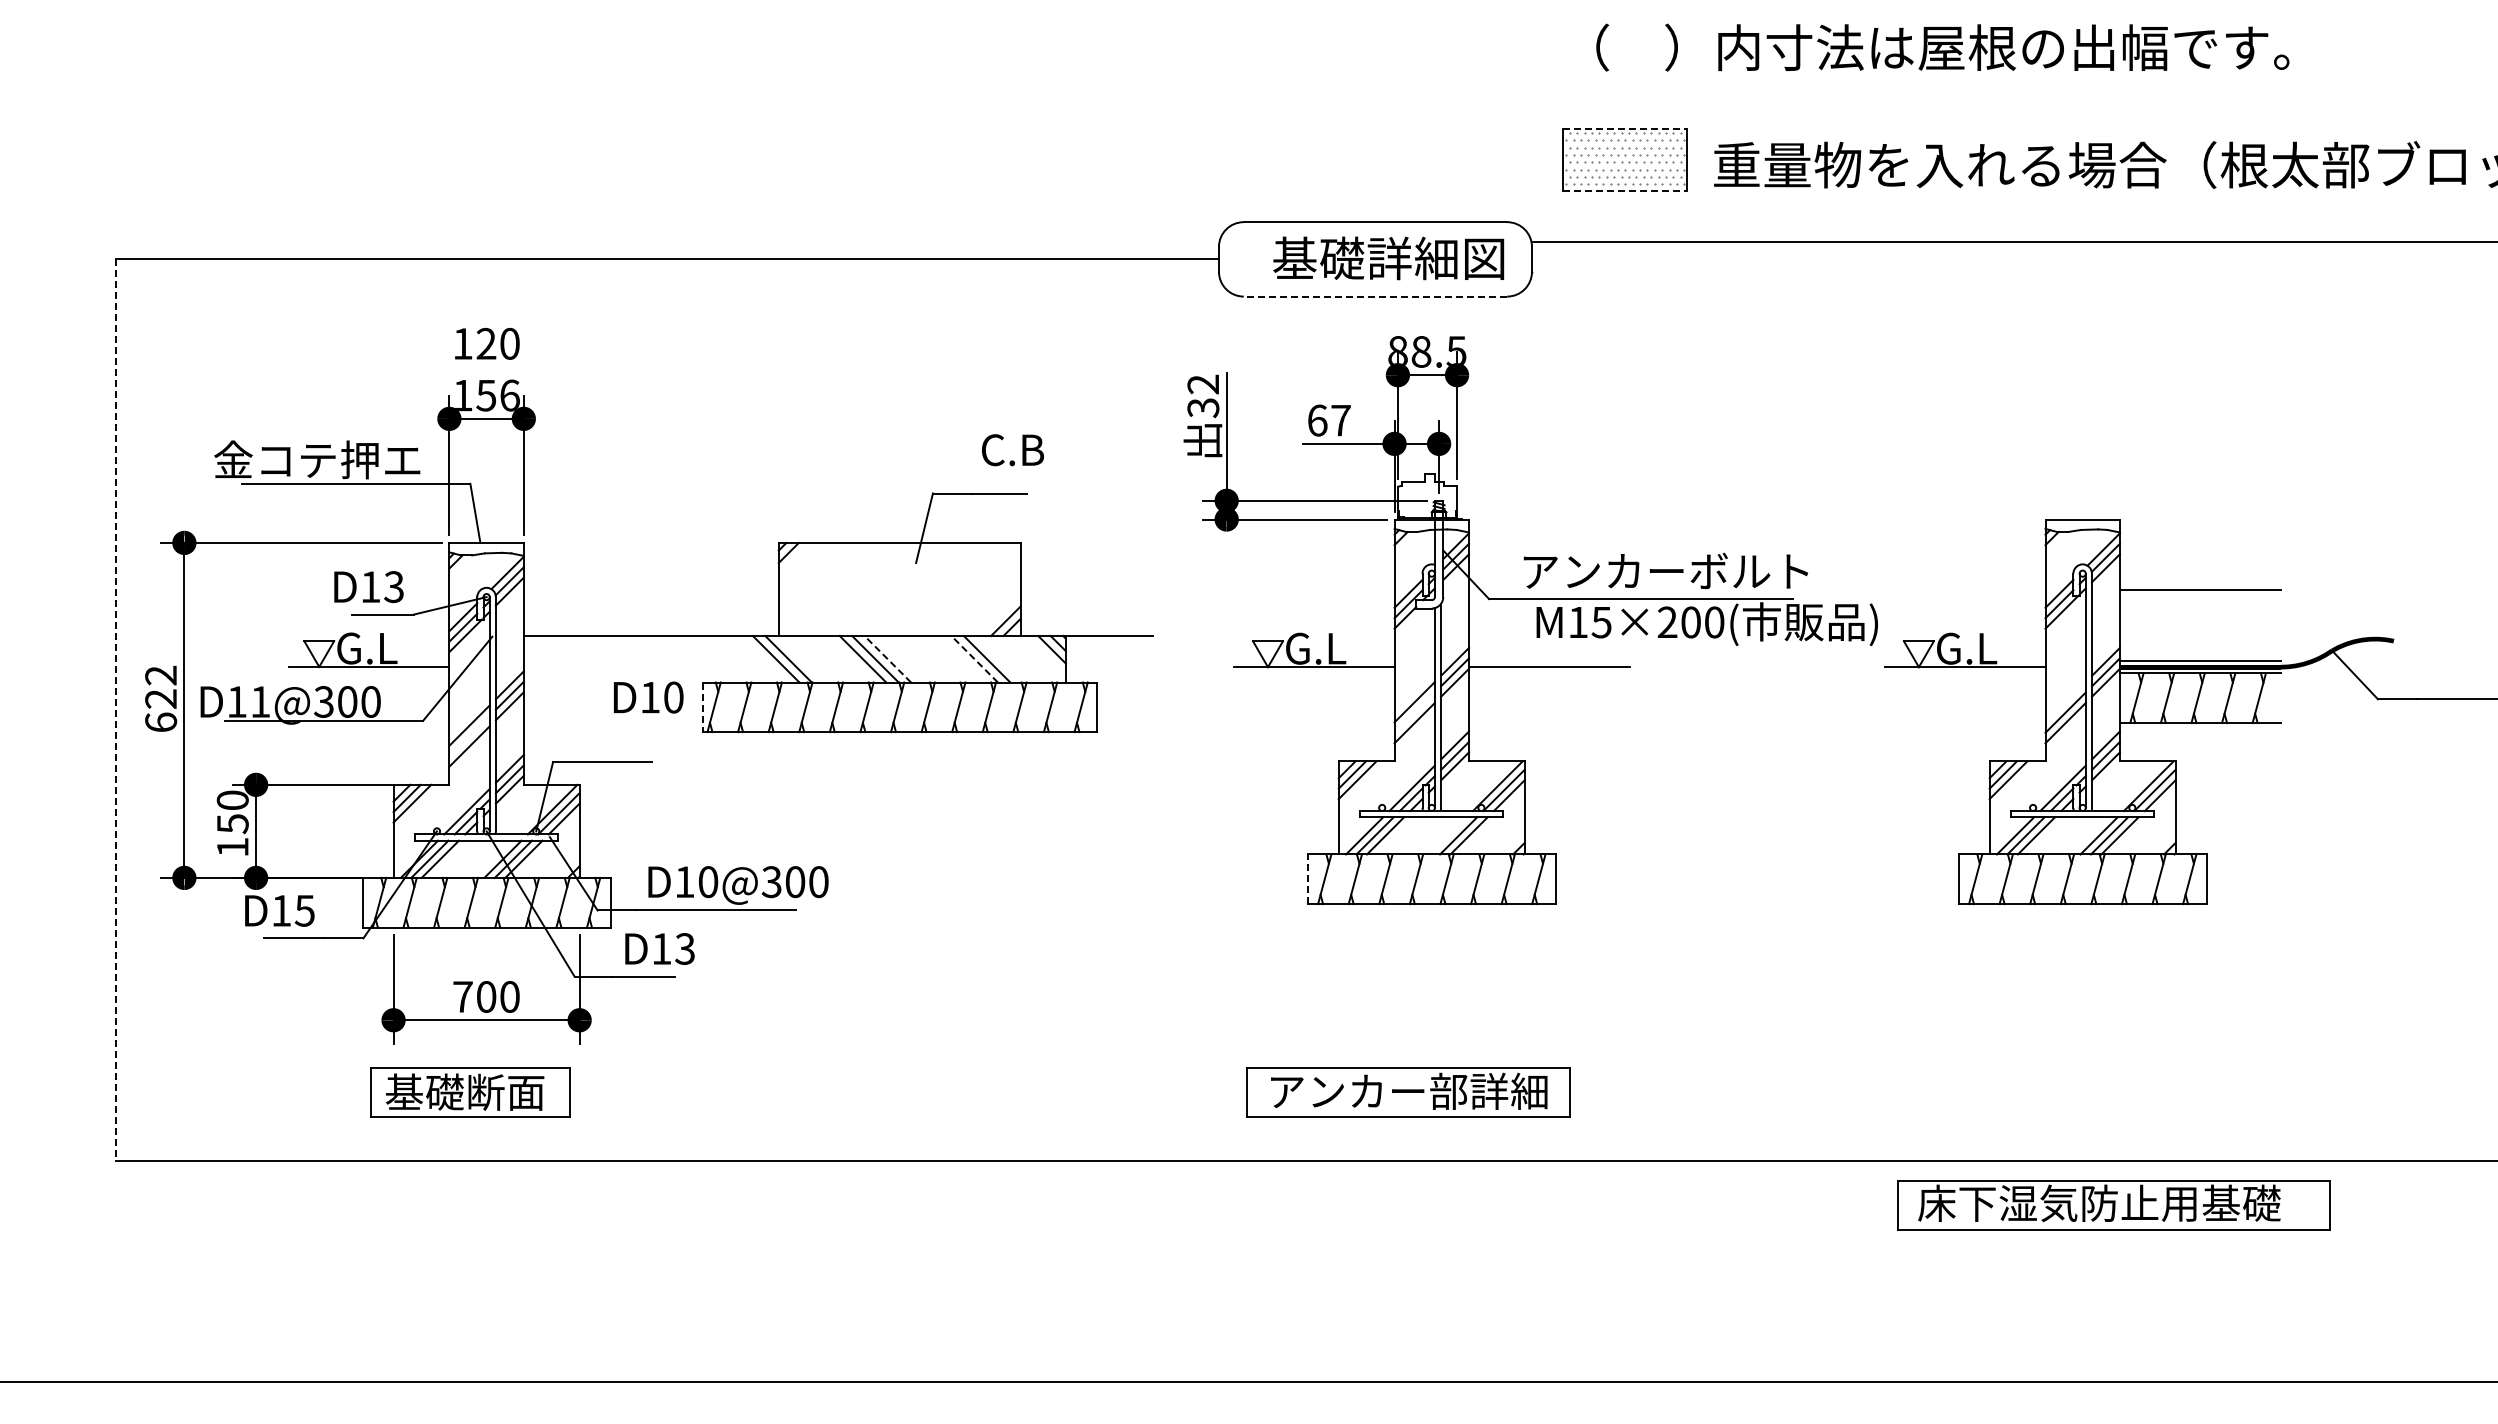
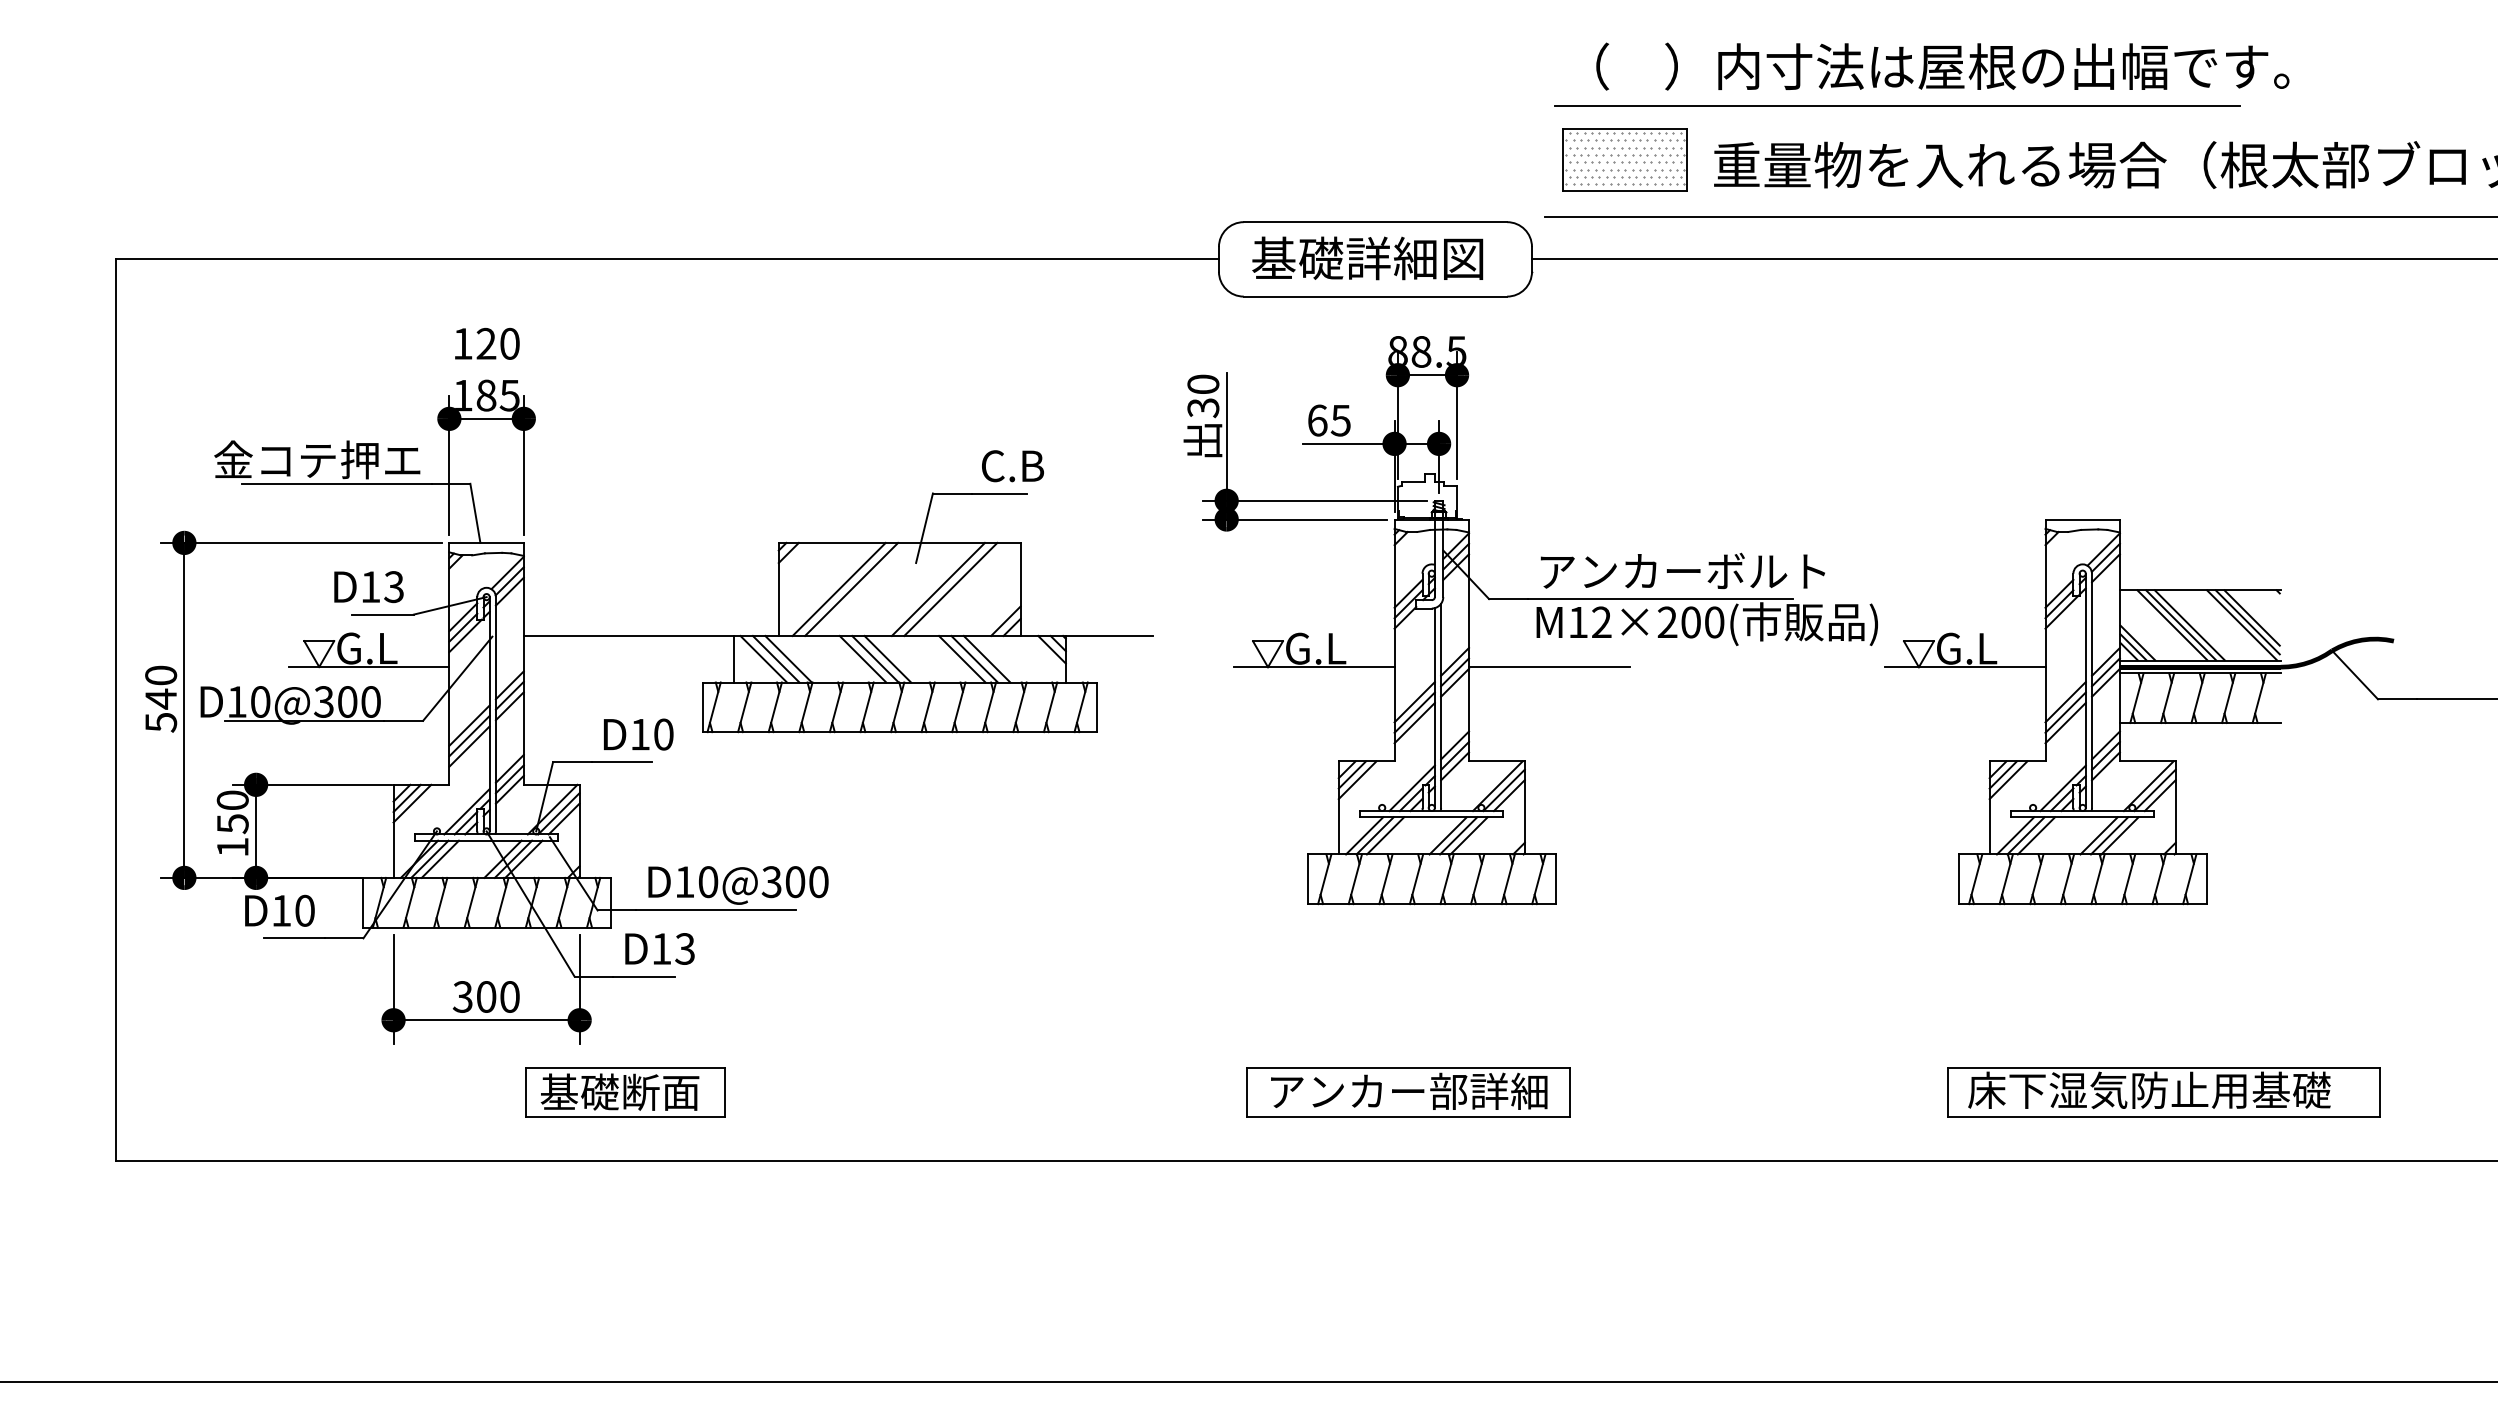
text at (1942, 47) position: (1942, 47) -> (1942, 66)
line at (1897, 105): none -> present
line at (1625, 128): dashed -> solid
line at (1625, 190): dashed -> solid
line at (2019, 216): none -> present
line at (2013, 242) position: (2013, 242) -> (2013, 259)
text at (1388, 258) position: (1388, 258) -> (1367, 258)
line at (1375, 296): dashed -> solid
text at (1203, 384): 32 -> 30
text at (497, 395): 156 -> 185
text at (1340, 420): 67 -> 65
text at (1012, 450) position: (1012, 450) -> (1012, 466)
text at (1665, 570) position: (1665, 570) -> (1682, 570)
line at (838, 588): none -> present
line at (851, 588): none -> present
line at (937, 588): none -> present
line at (950, 588): none -> present
text at (1601, 622): M15×200( -> M12×200(
hatch at (2199, 624): none -> present
line at (733, 658): none -> present
line at (763, 658): none -> present
line at (962, 658): none -> present
line at (887, 659): dashed -> solid
line at (974, 659): dashed -> solid
text at (648, 697) position: (648, 697) -> (638, 734)
text at (161, 698): 622 -> 540
text at (260, 701): D11@300 -> D10@300
line at (2065, 702): none -> present
line at (702, 707): dashed -> solid
line at (115, 709): dashed -> solid
line at (1414, 712): none -> present
line at (469, 735): none -> present
line at (1447, 835): none -> present
line at (1307, 879): dashed -> solid
text at (304, 910): D15 -> D10
text at (462, 996): 700 -> 300
part at (470, 1092) position: (470, 1092) -> (625, 1092)
part at (2113, 1205) position: (2113, 1205) -> (2163, 1092)
